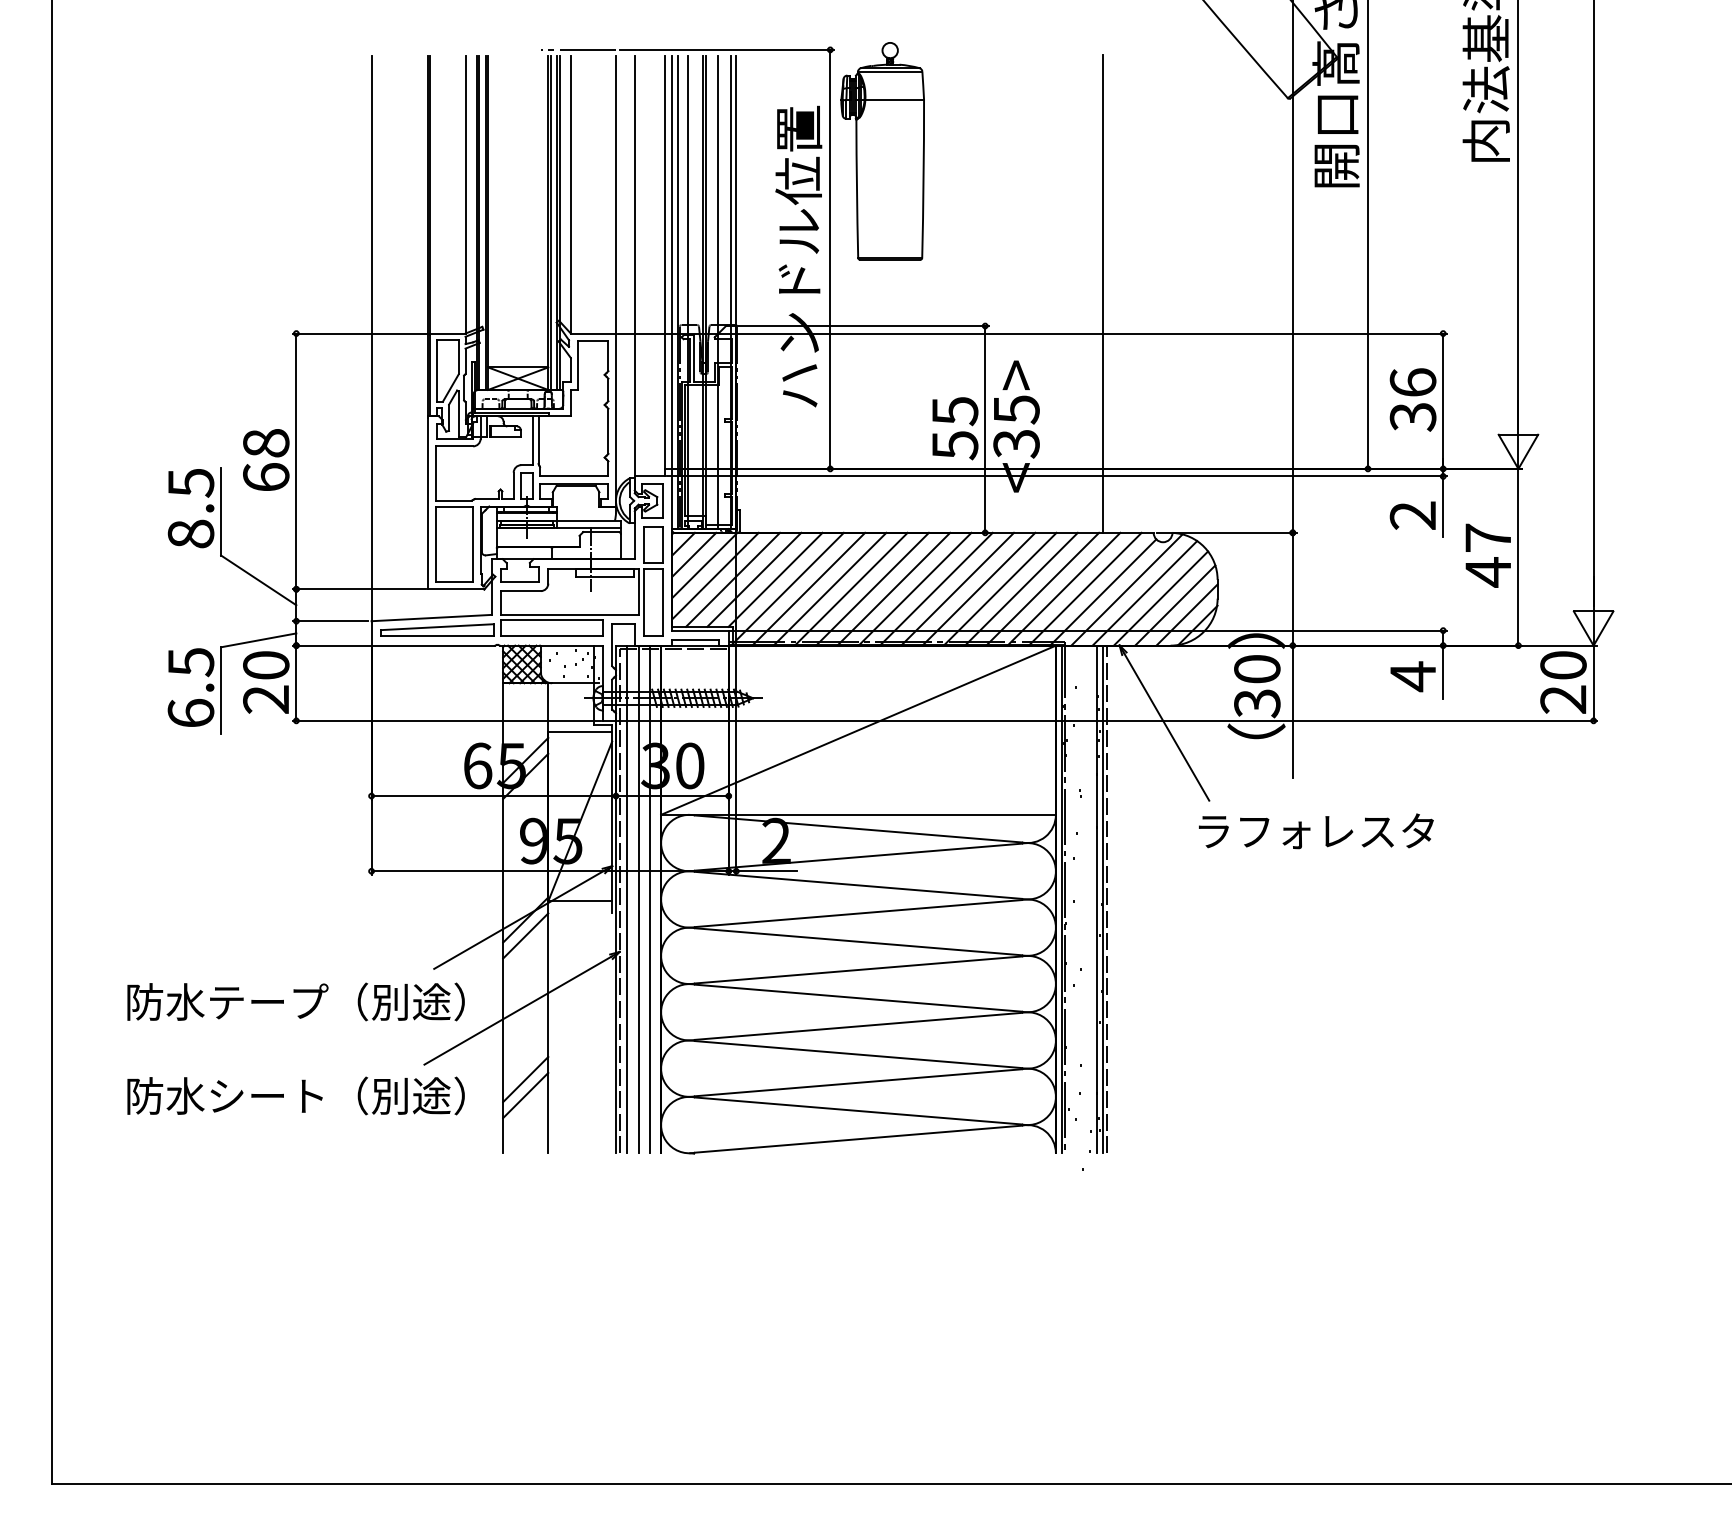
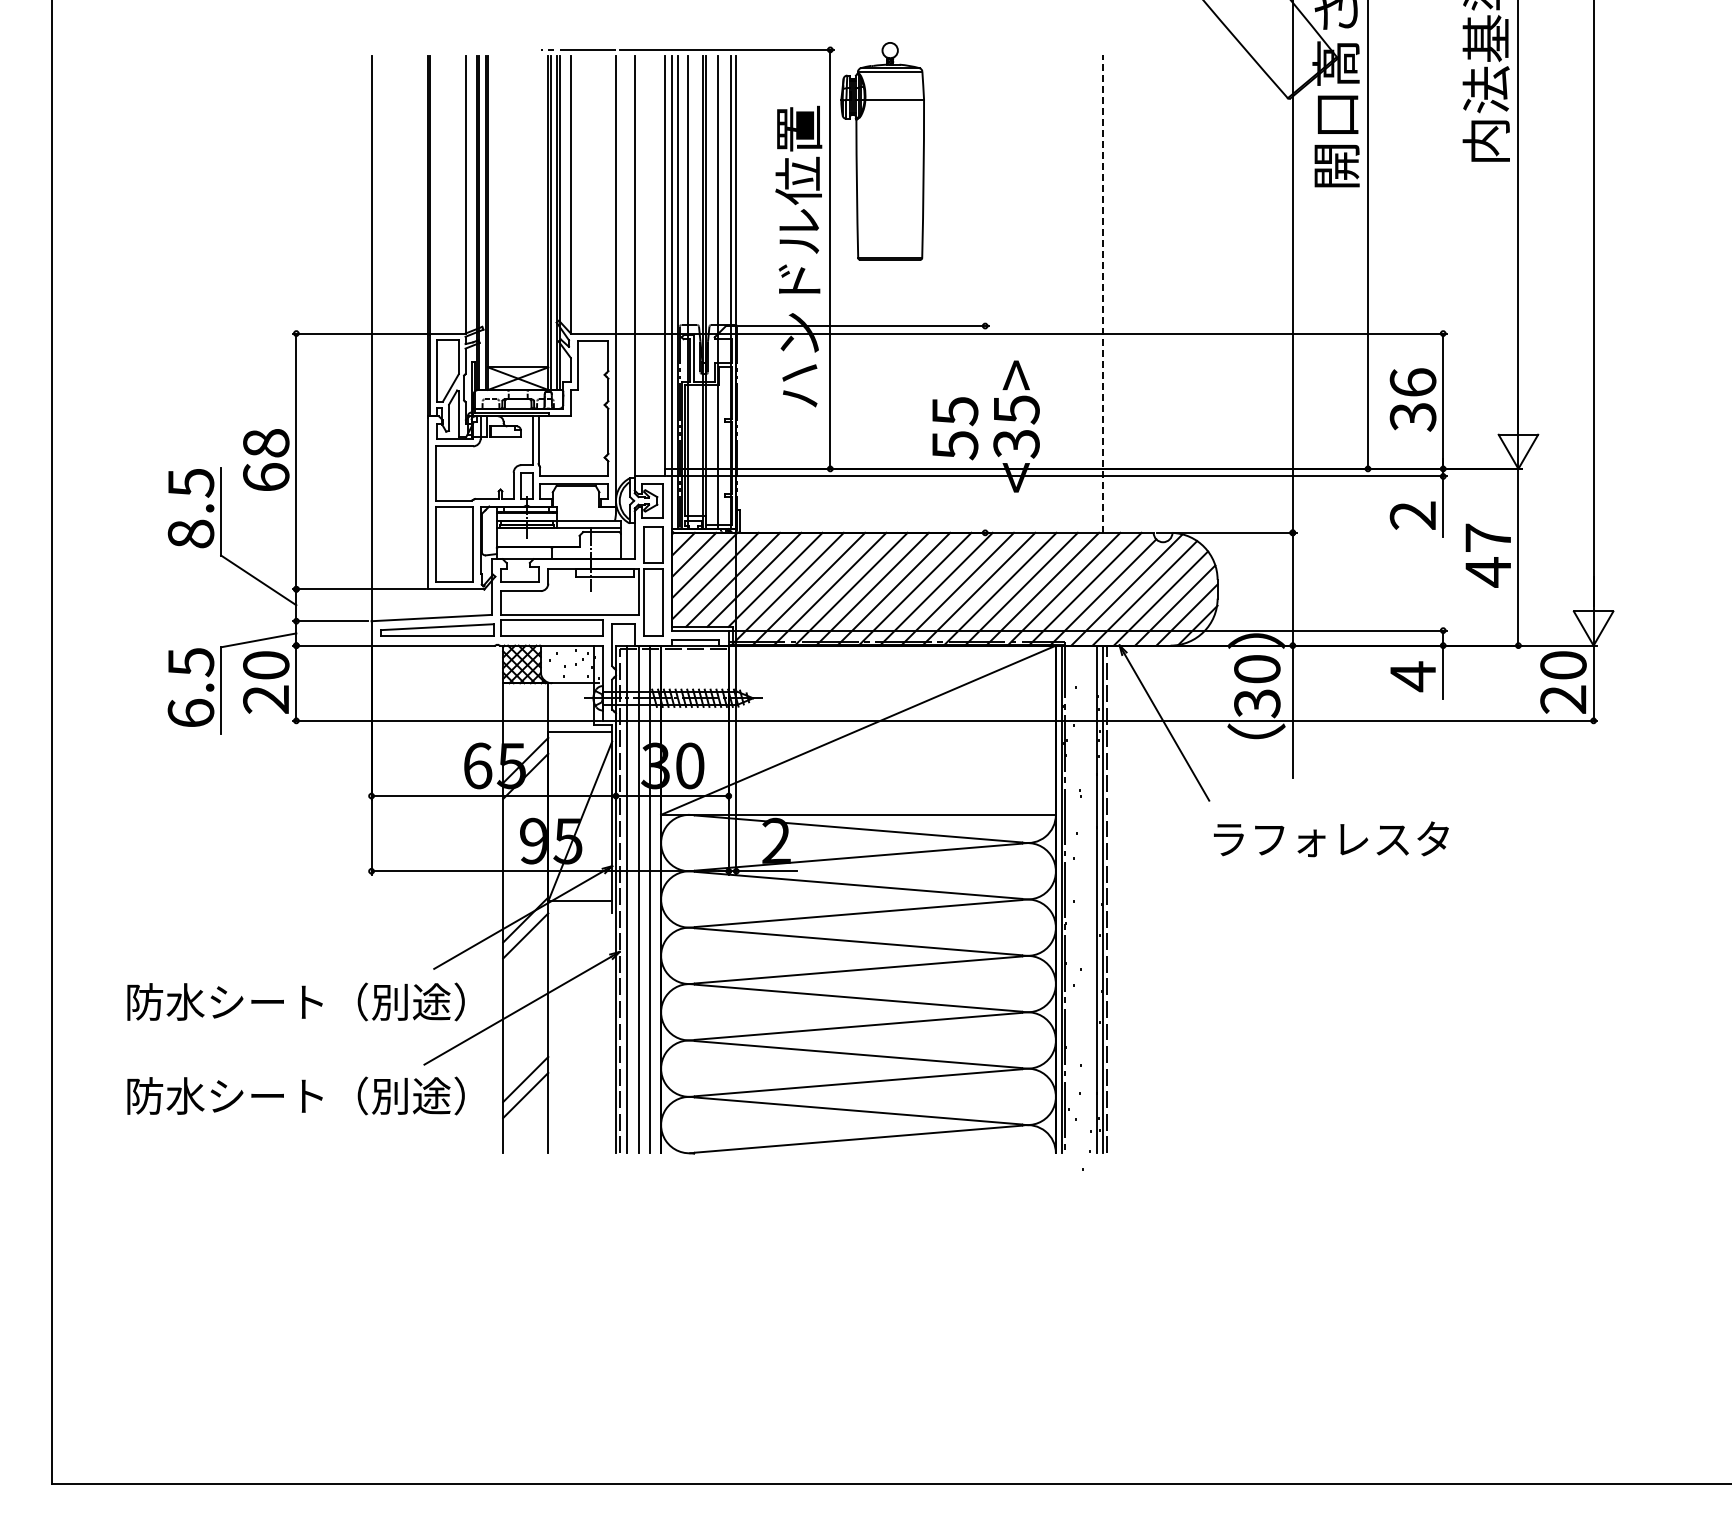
line at (1102, 294): solid -> dashed
line at (985, 429): present -> none
text at (1316, 831) position: (1316, 831) -> (1331, 839)
text at (269, 1001): 防水テープ（別途） -> 防水シート（別途）
